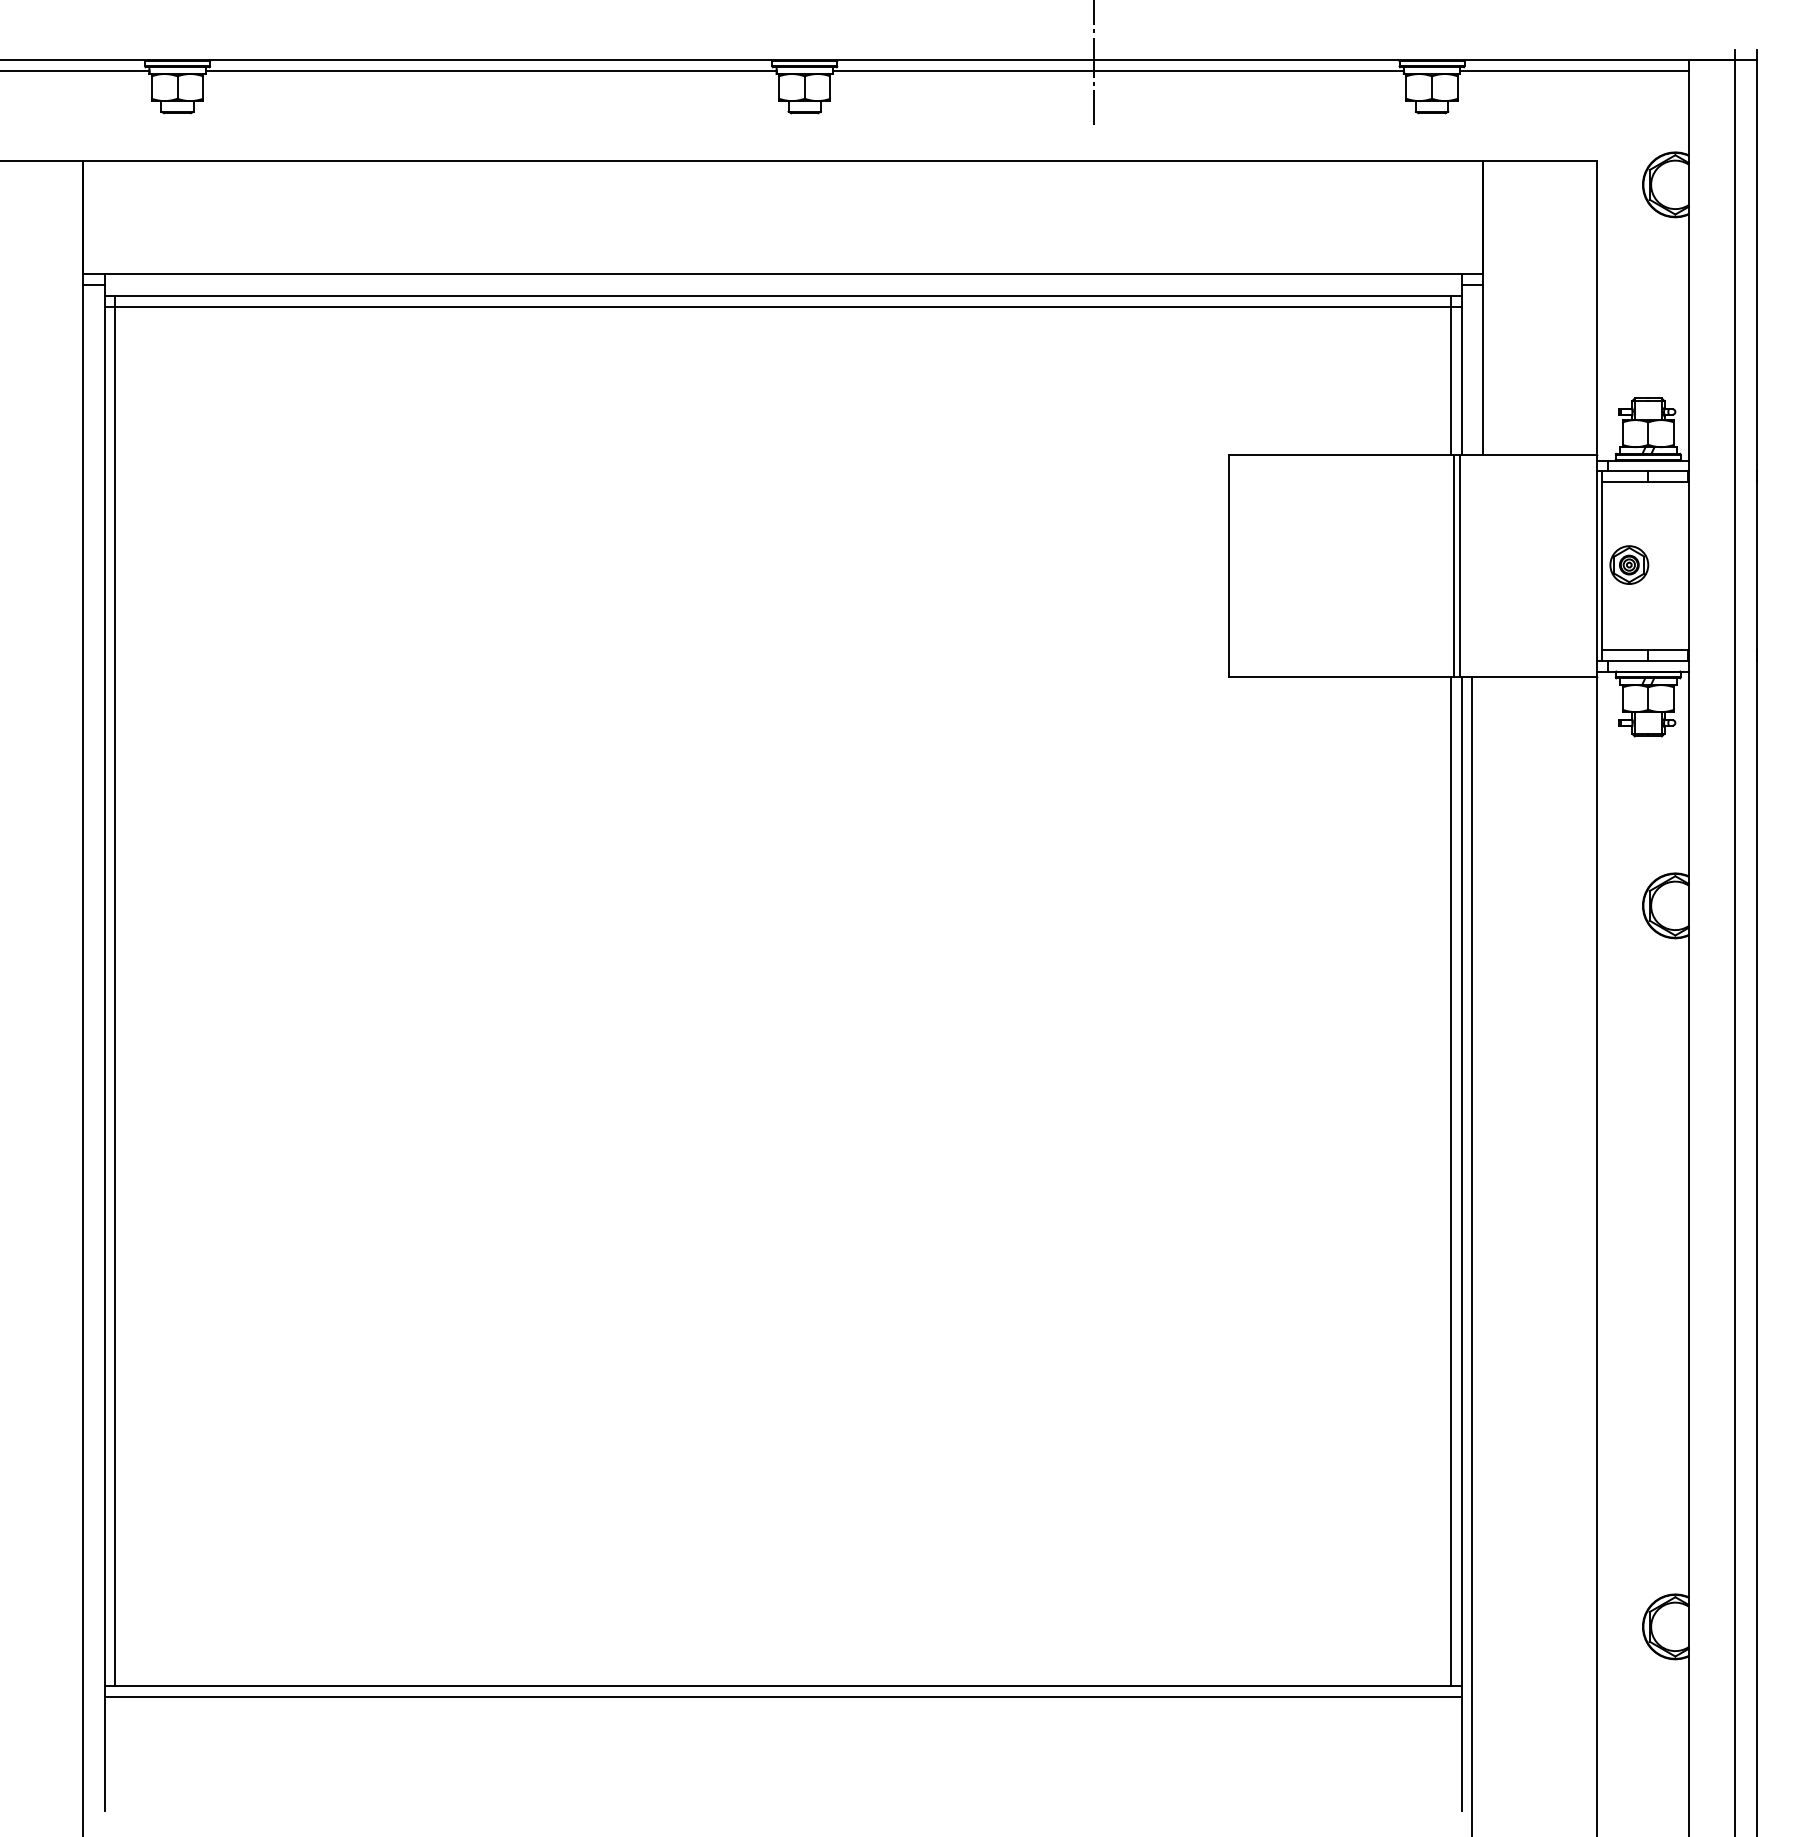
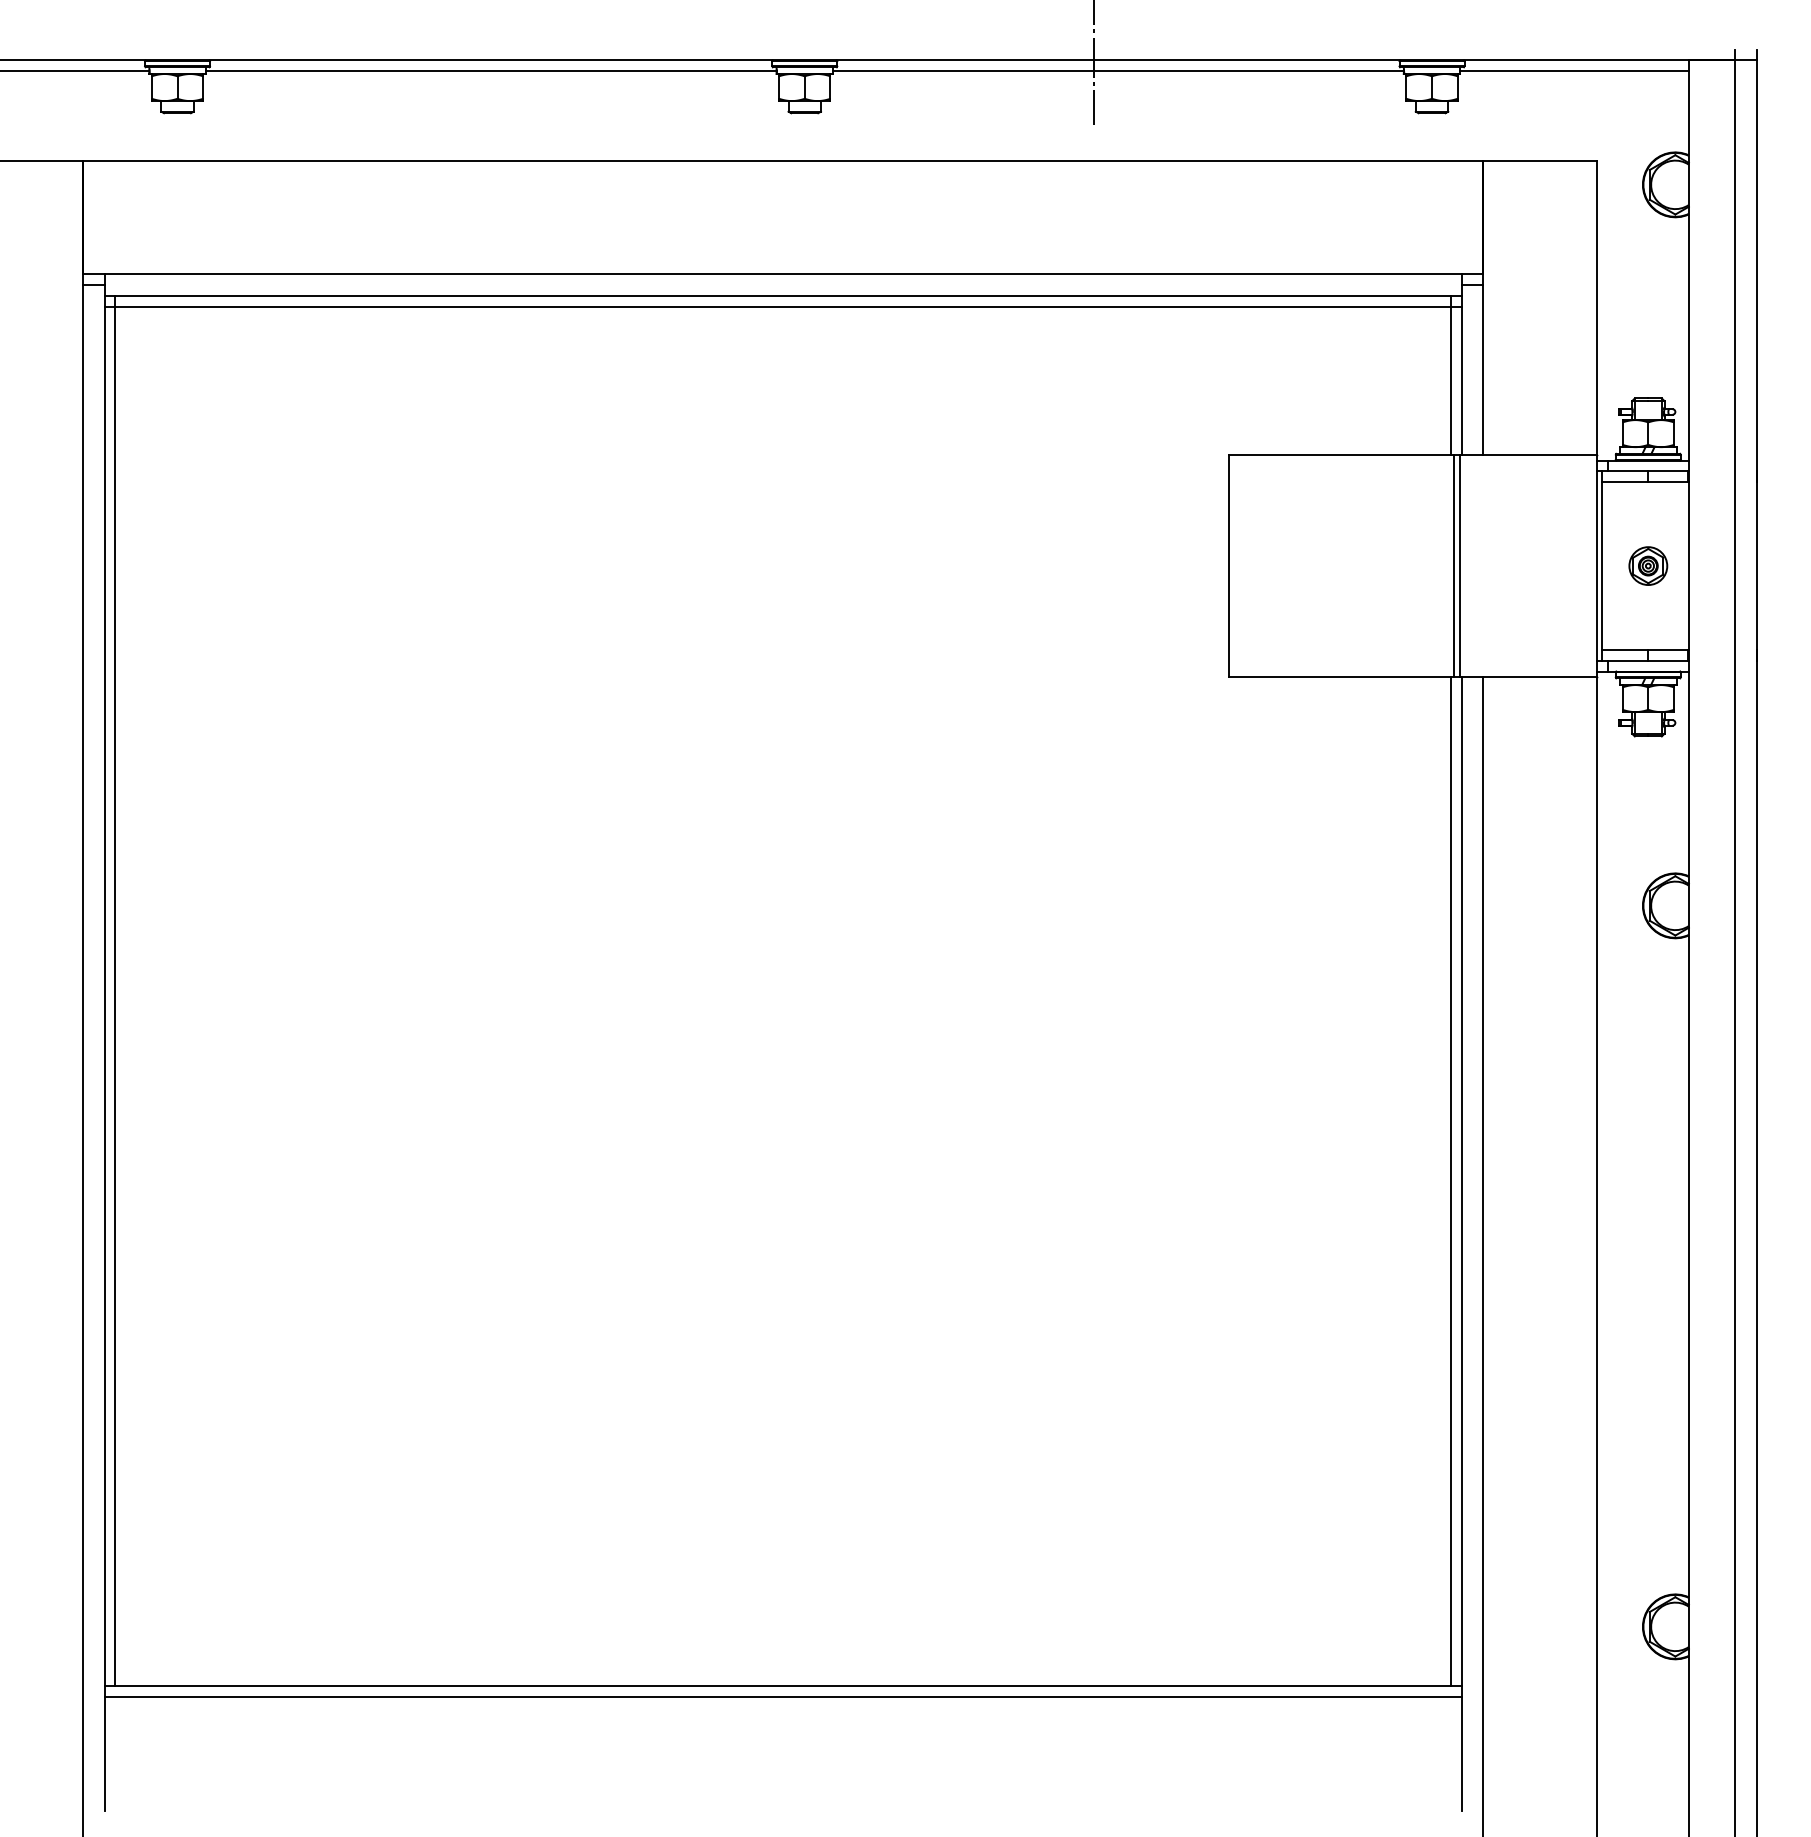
part at (1629, 564) position: (1629, 564) -> (1648, 565)
line at (1472, 1254) position: (1472, 1254) -> (1483, 1254)
